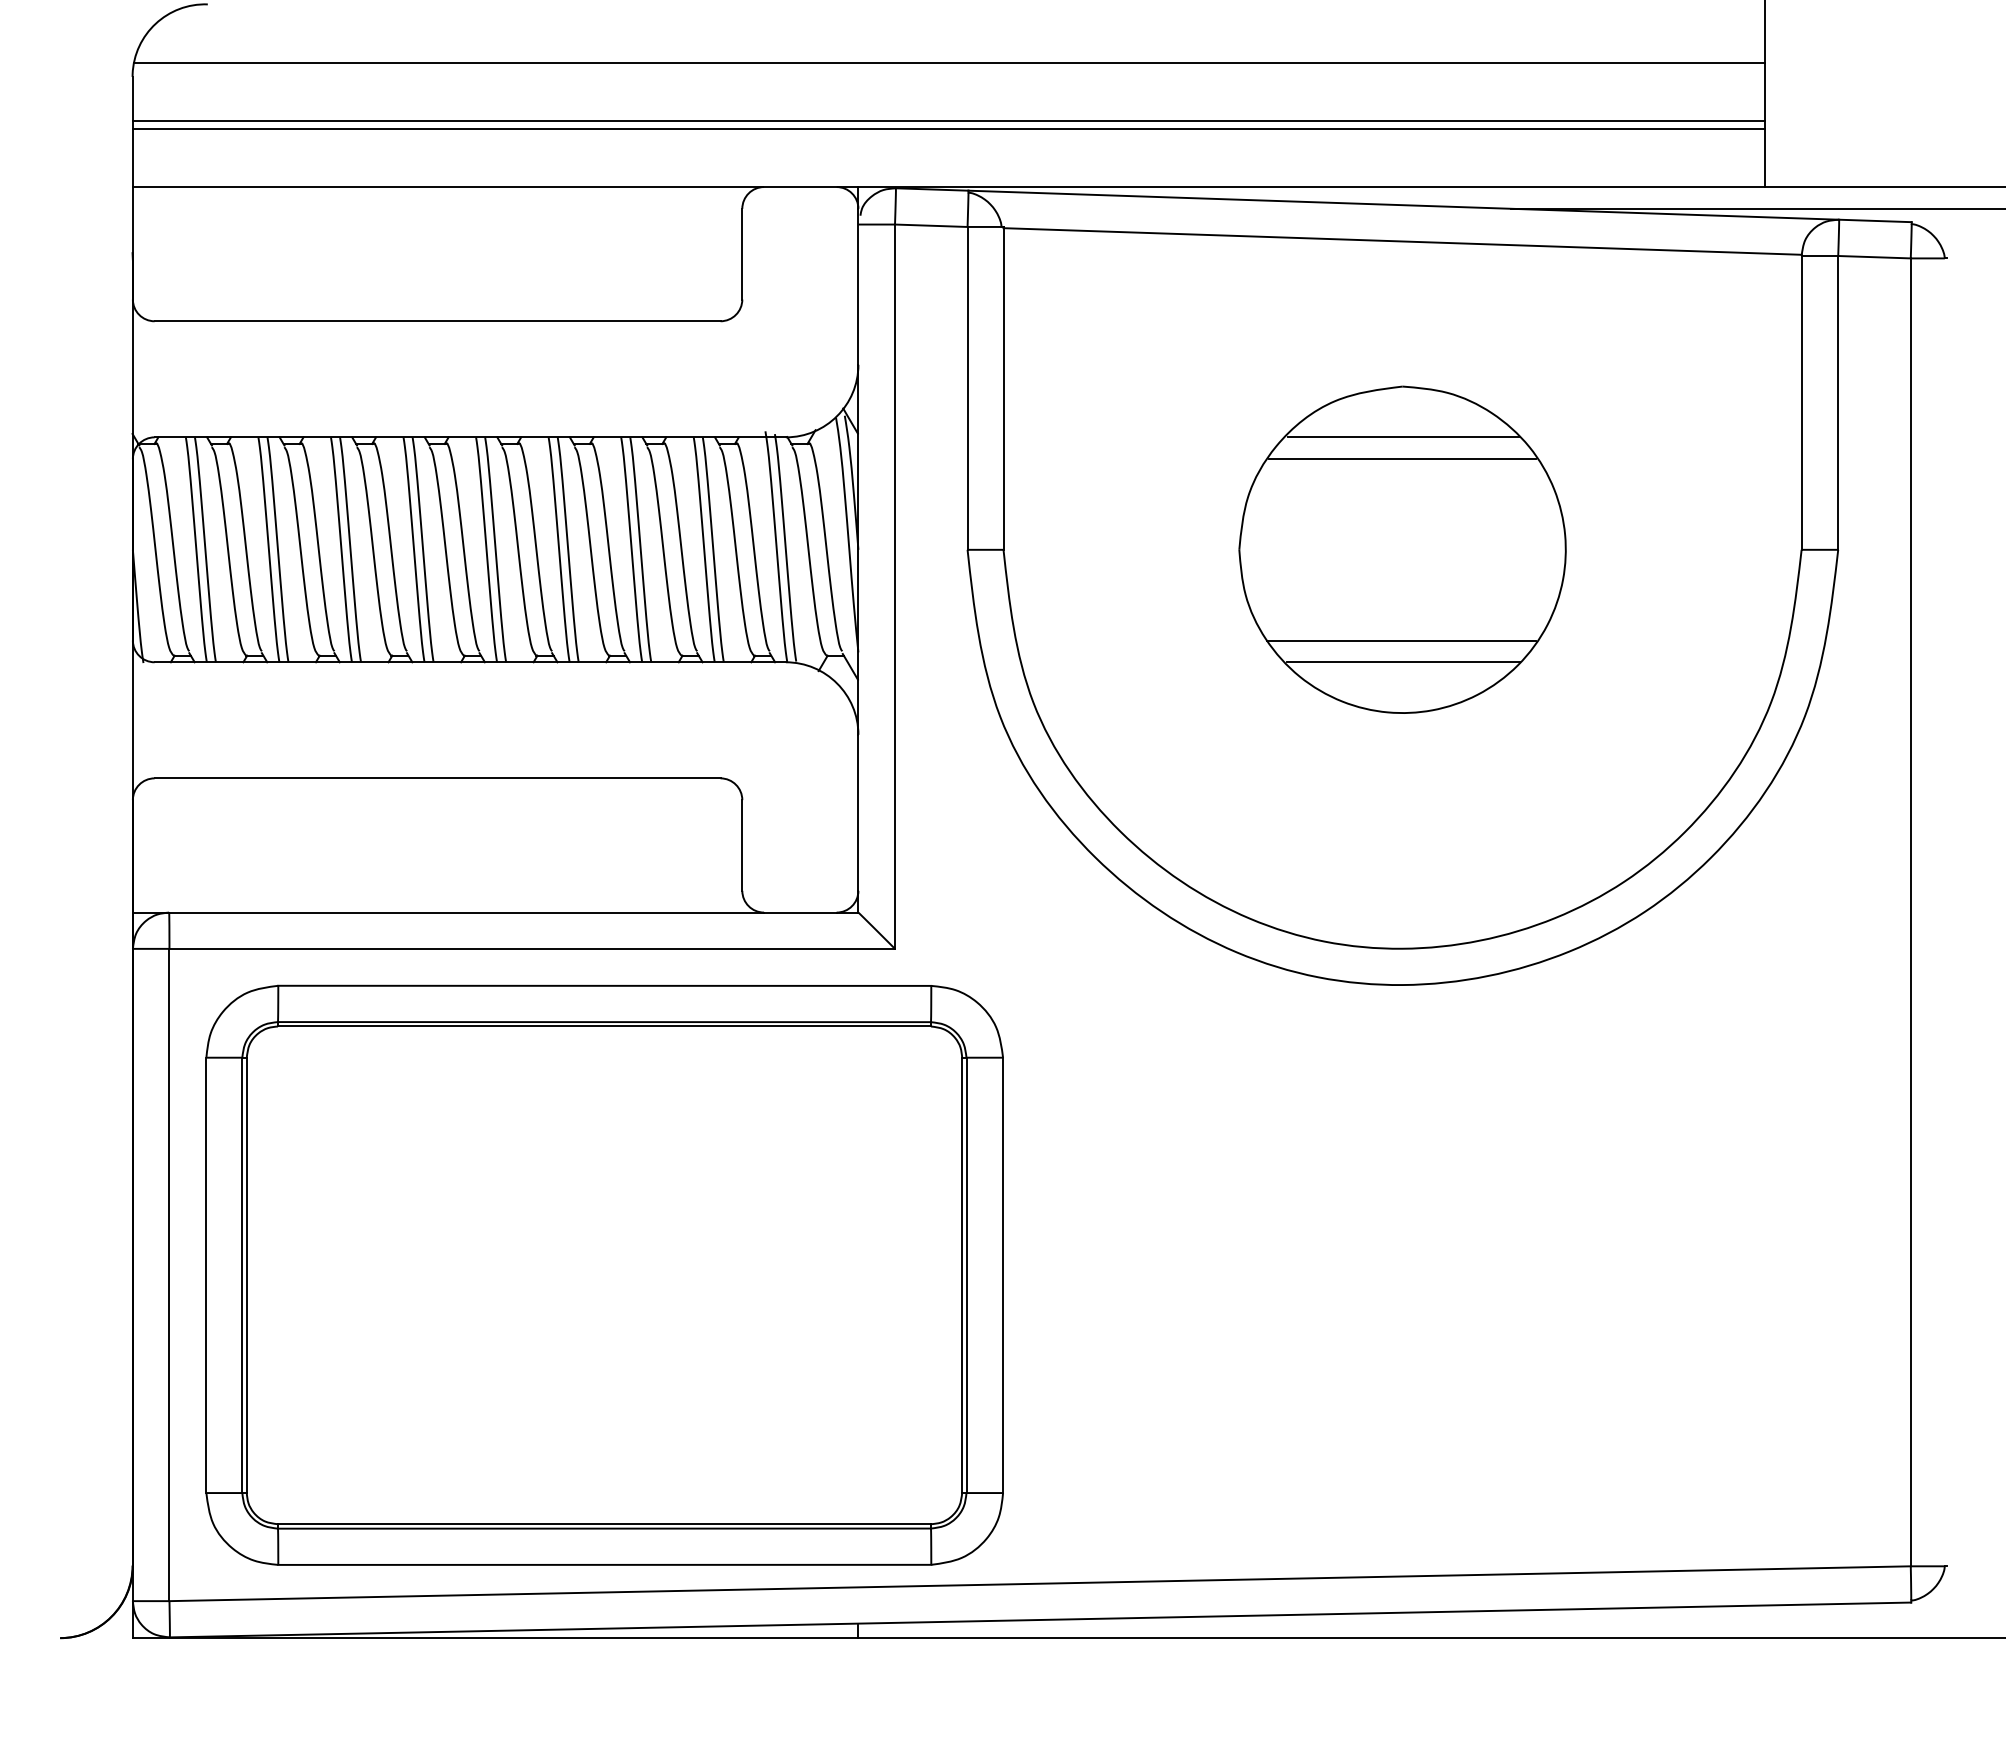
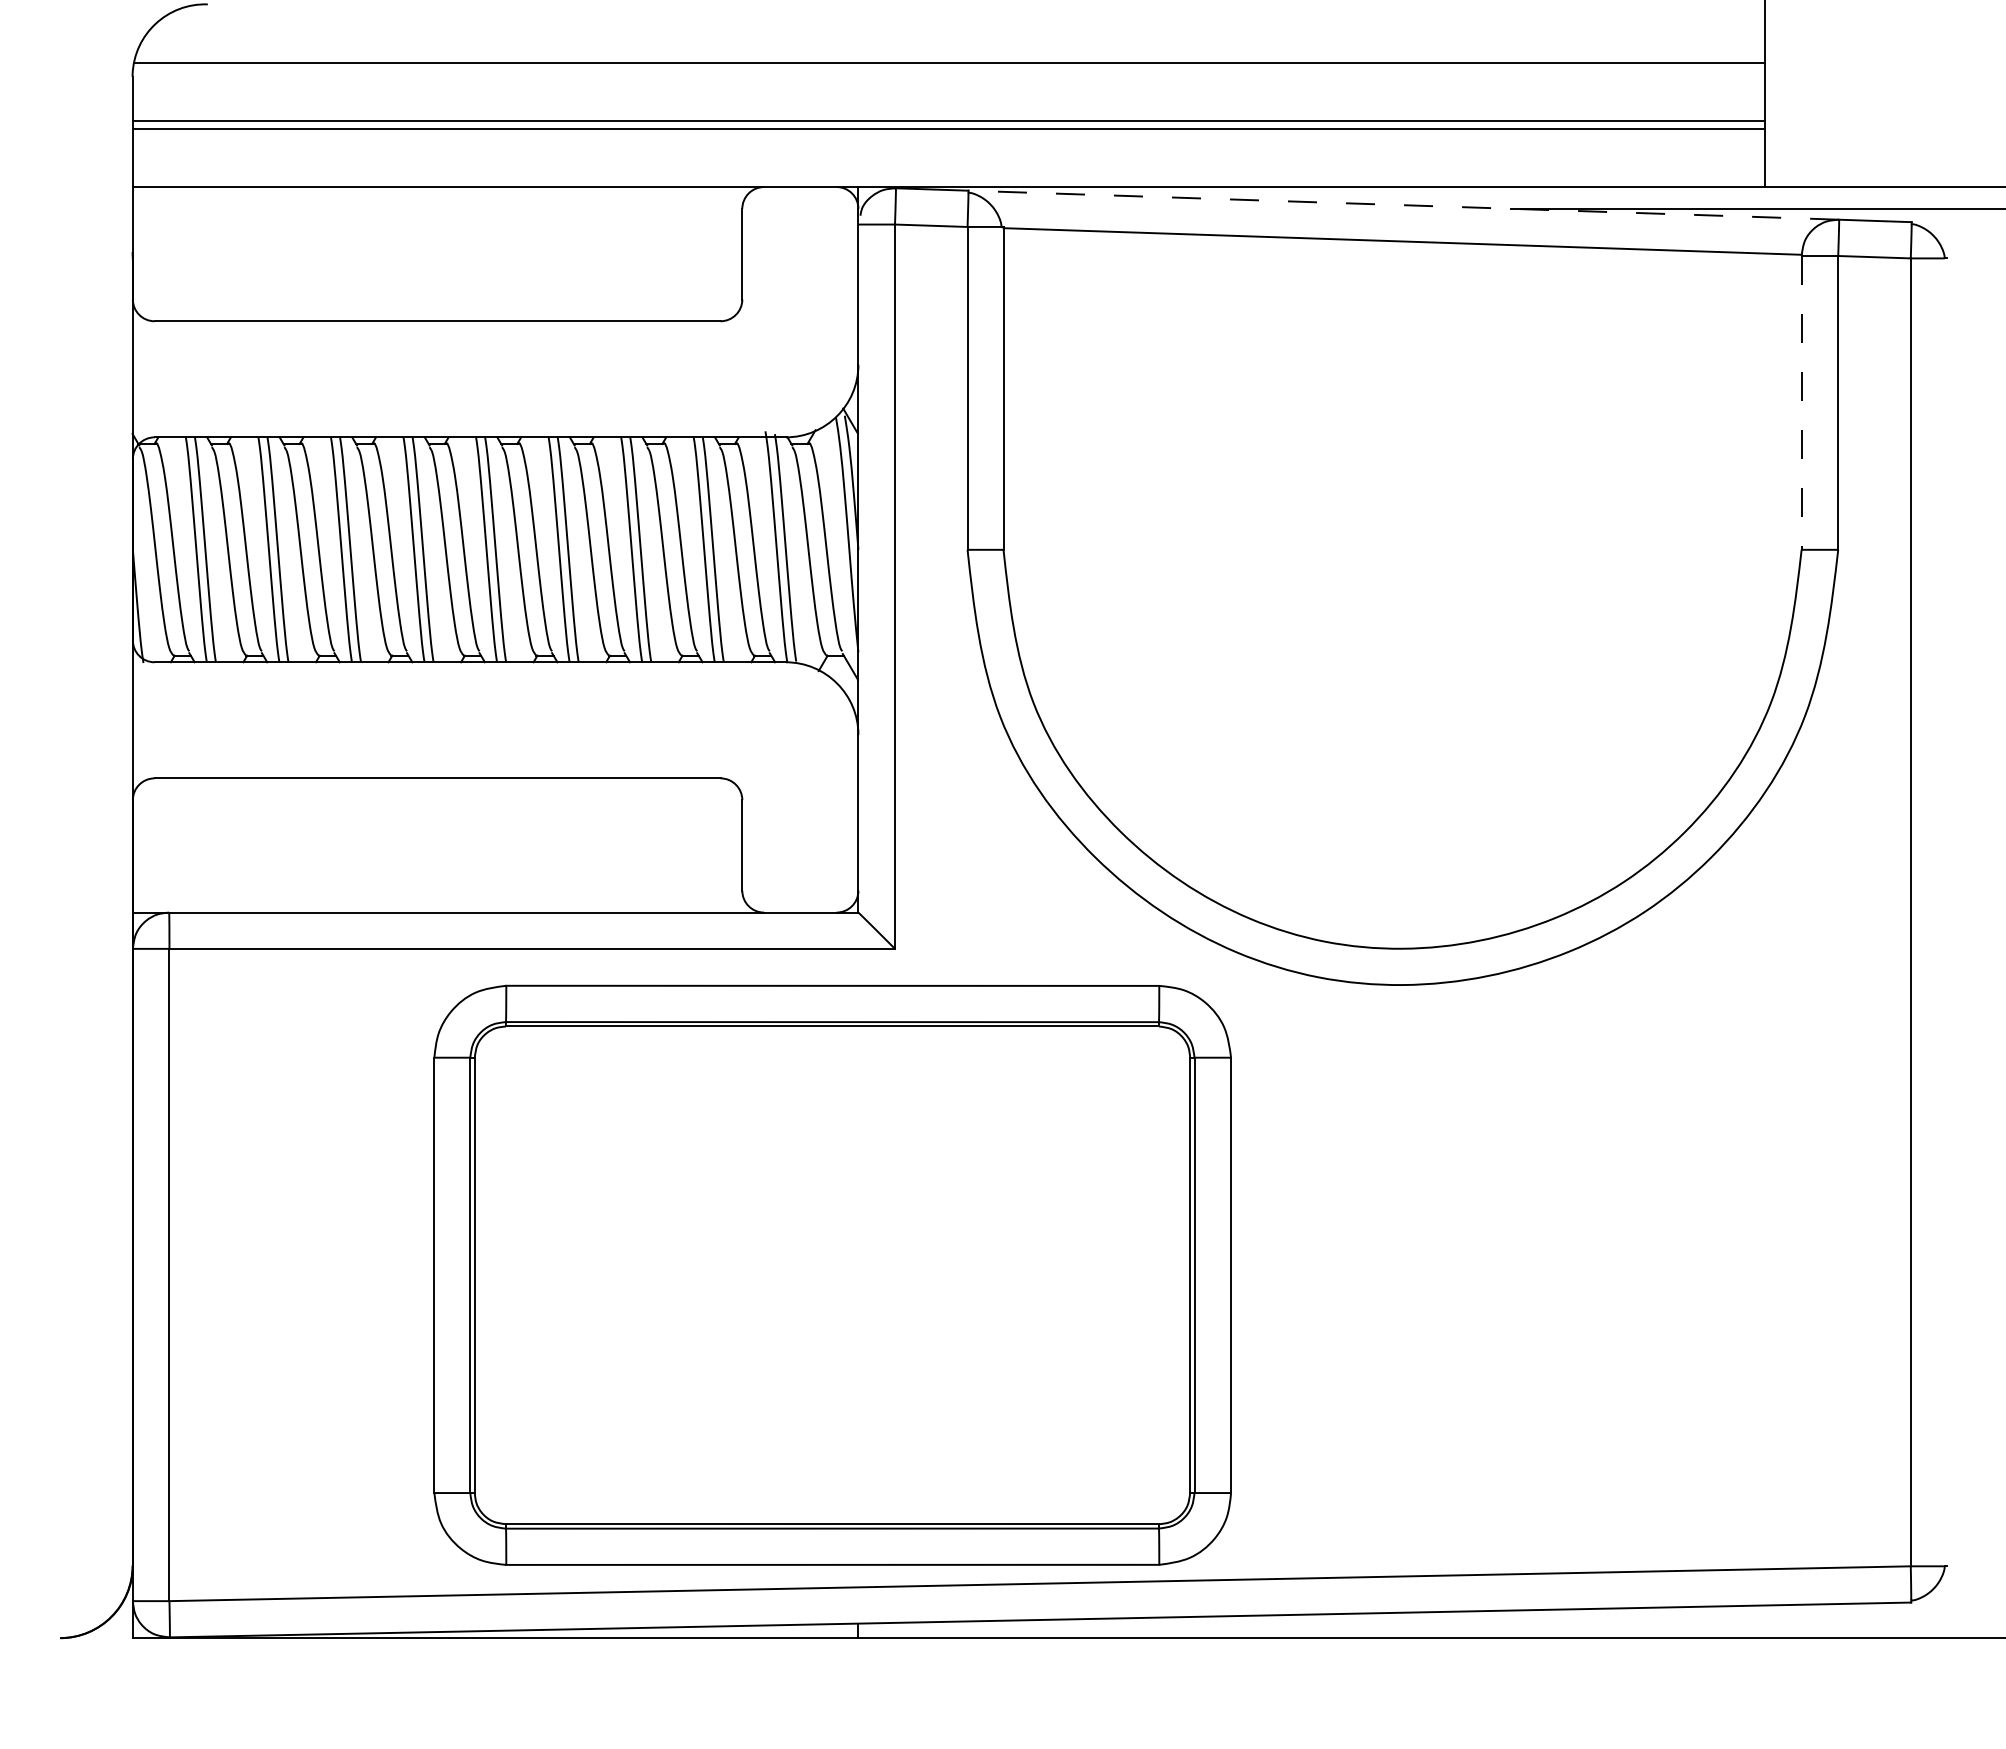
line at (1403, 205): solid -> dashed
line at (1801, 402): solid -> dashed
part at (1402, 549): present -> none
part at (604, 1274) position: (604, 1274) -> (832, 1274)
